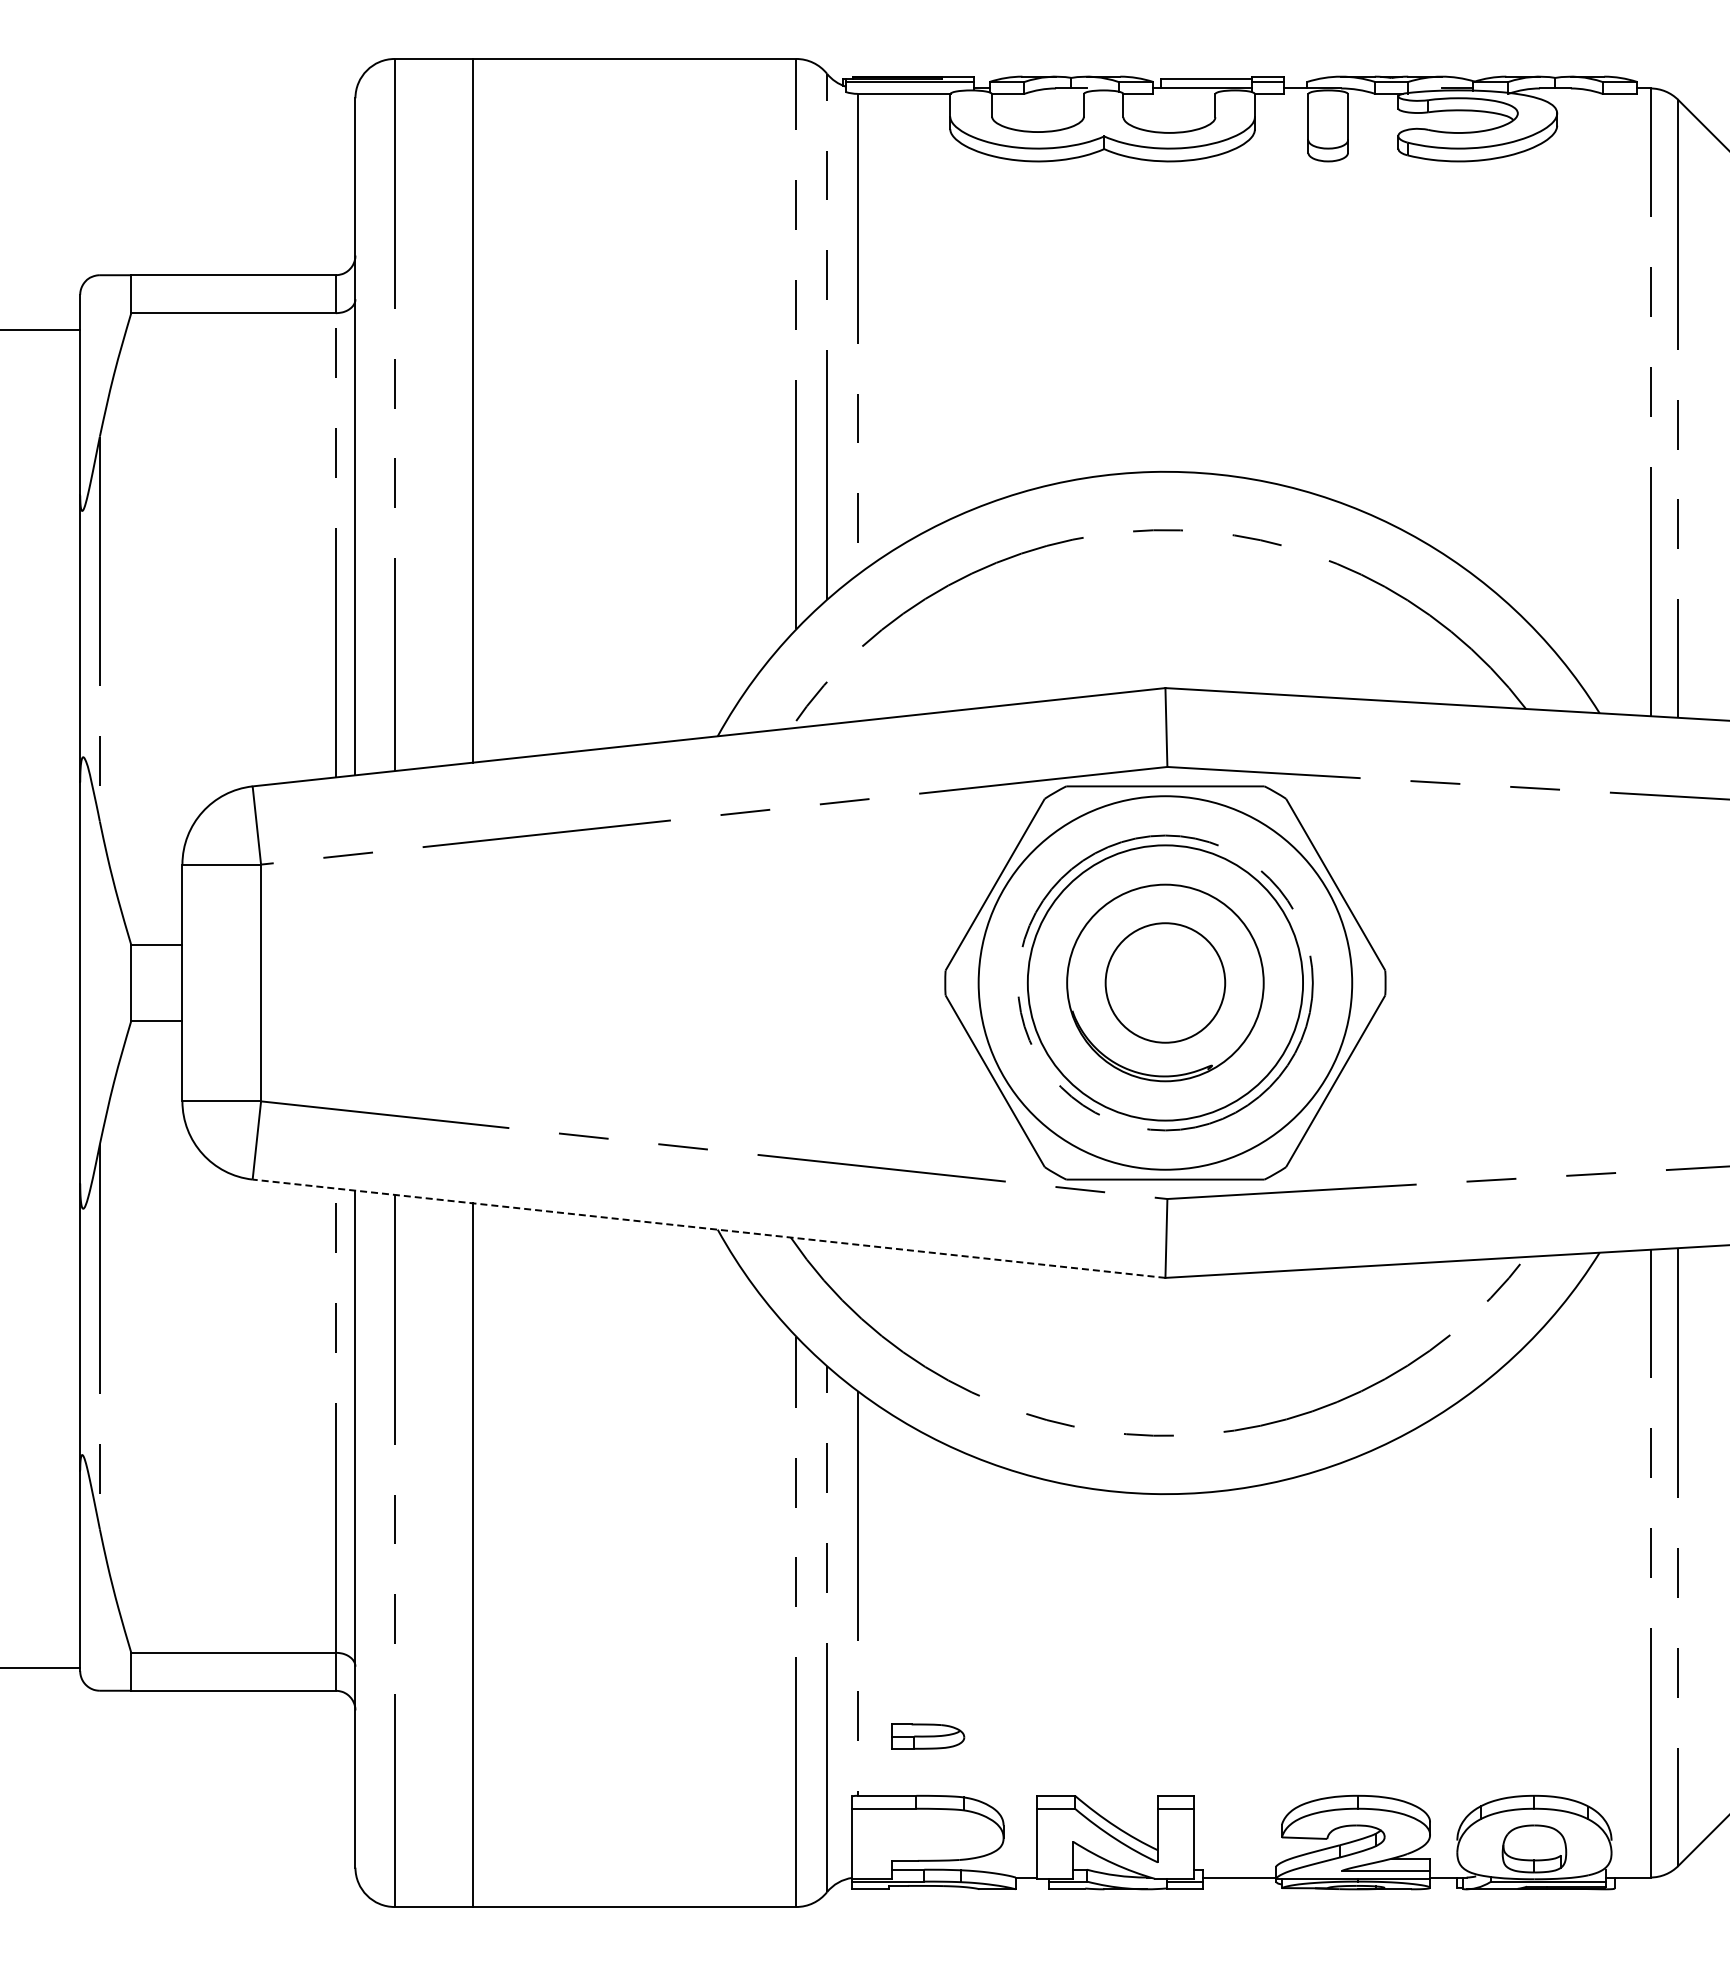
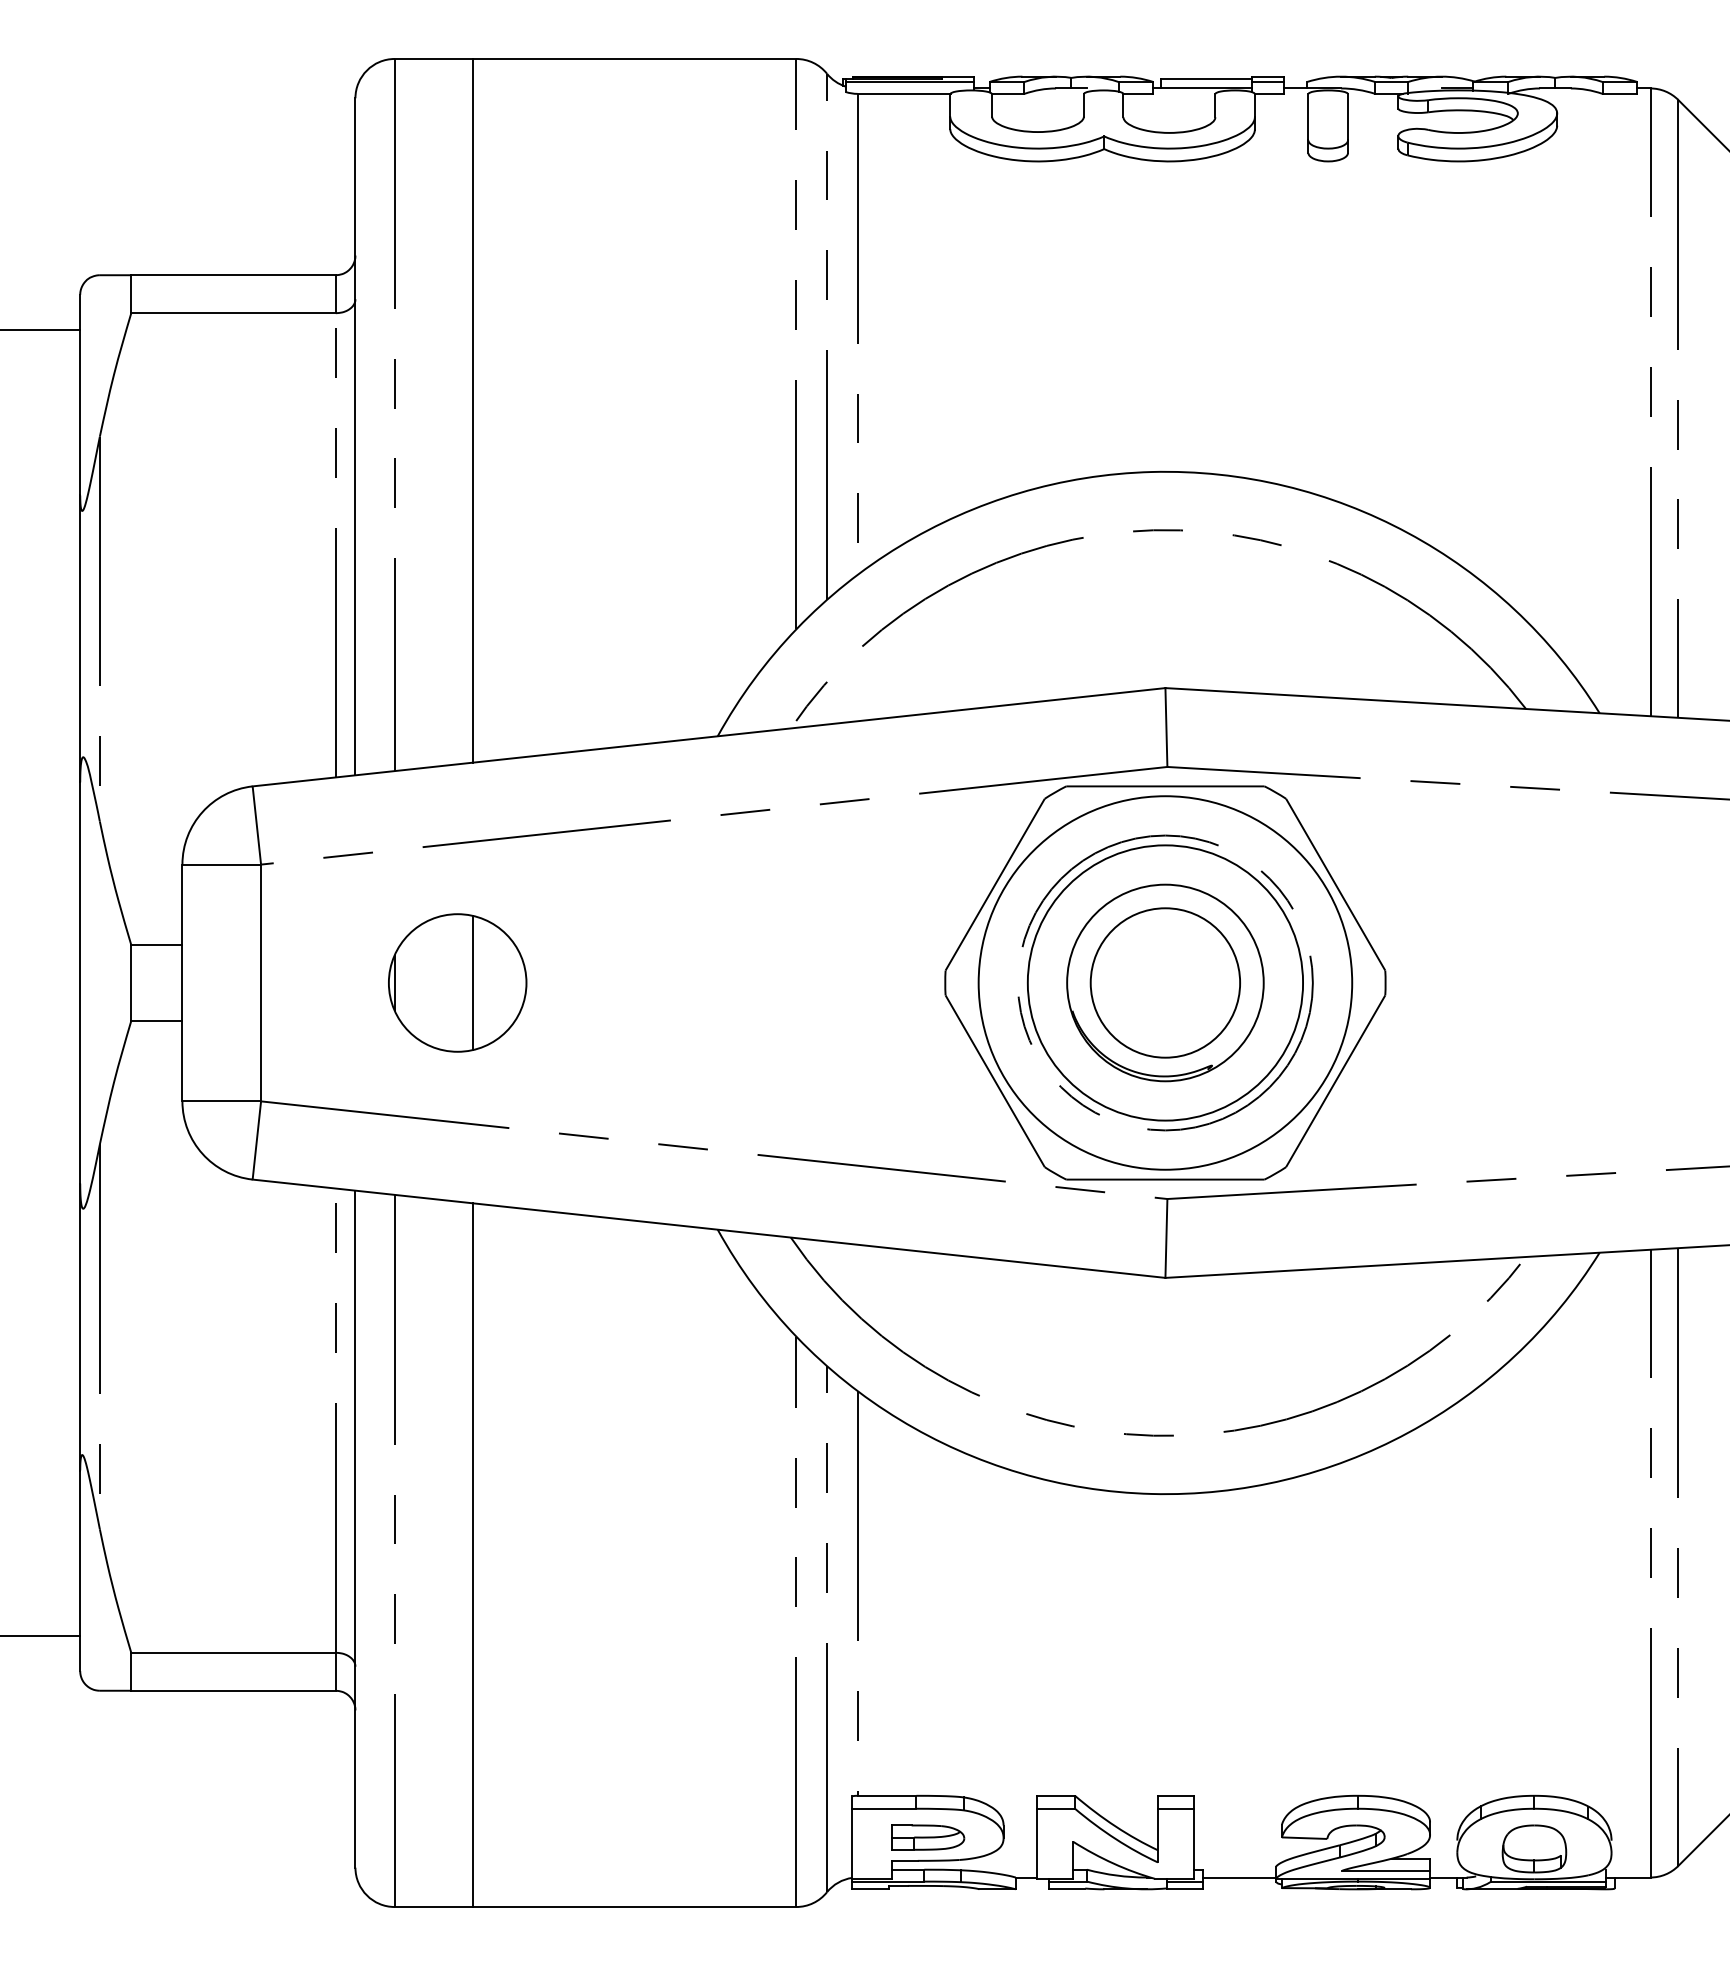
part at (457, 982): none -> present
circle at (1165, 982) diameter: 120 px -> 149 px
line at (708, 1228): dashed -> solid
line at (41, 1667) position: (41, 1667) -> (41, 1635)
part at (928, 1736) position: (928, 1736) -> (928, 1837)
